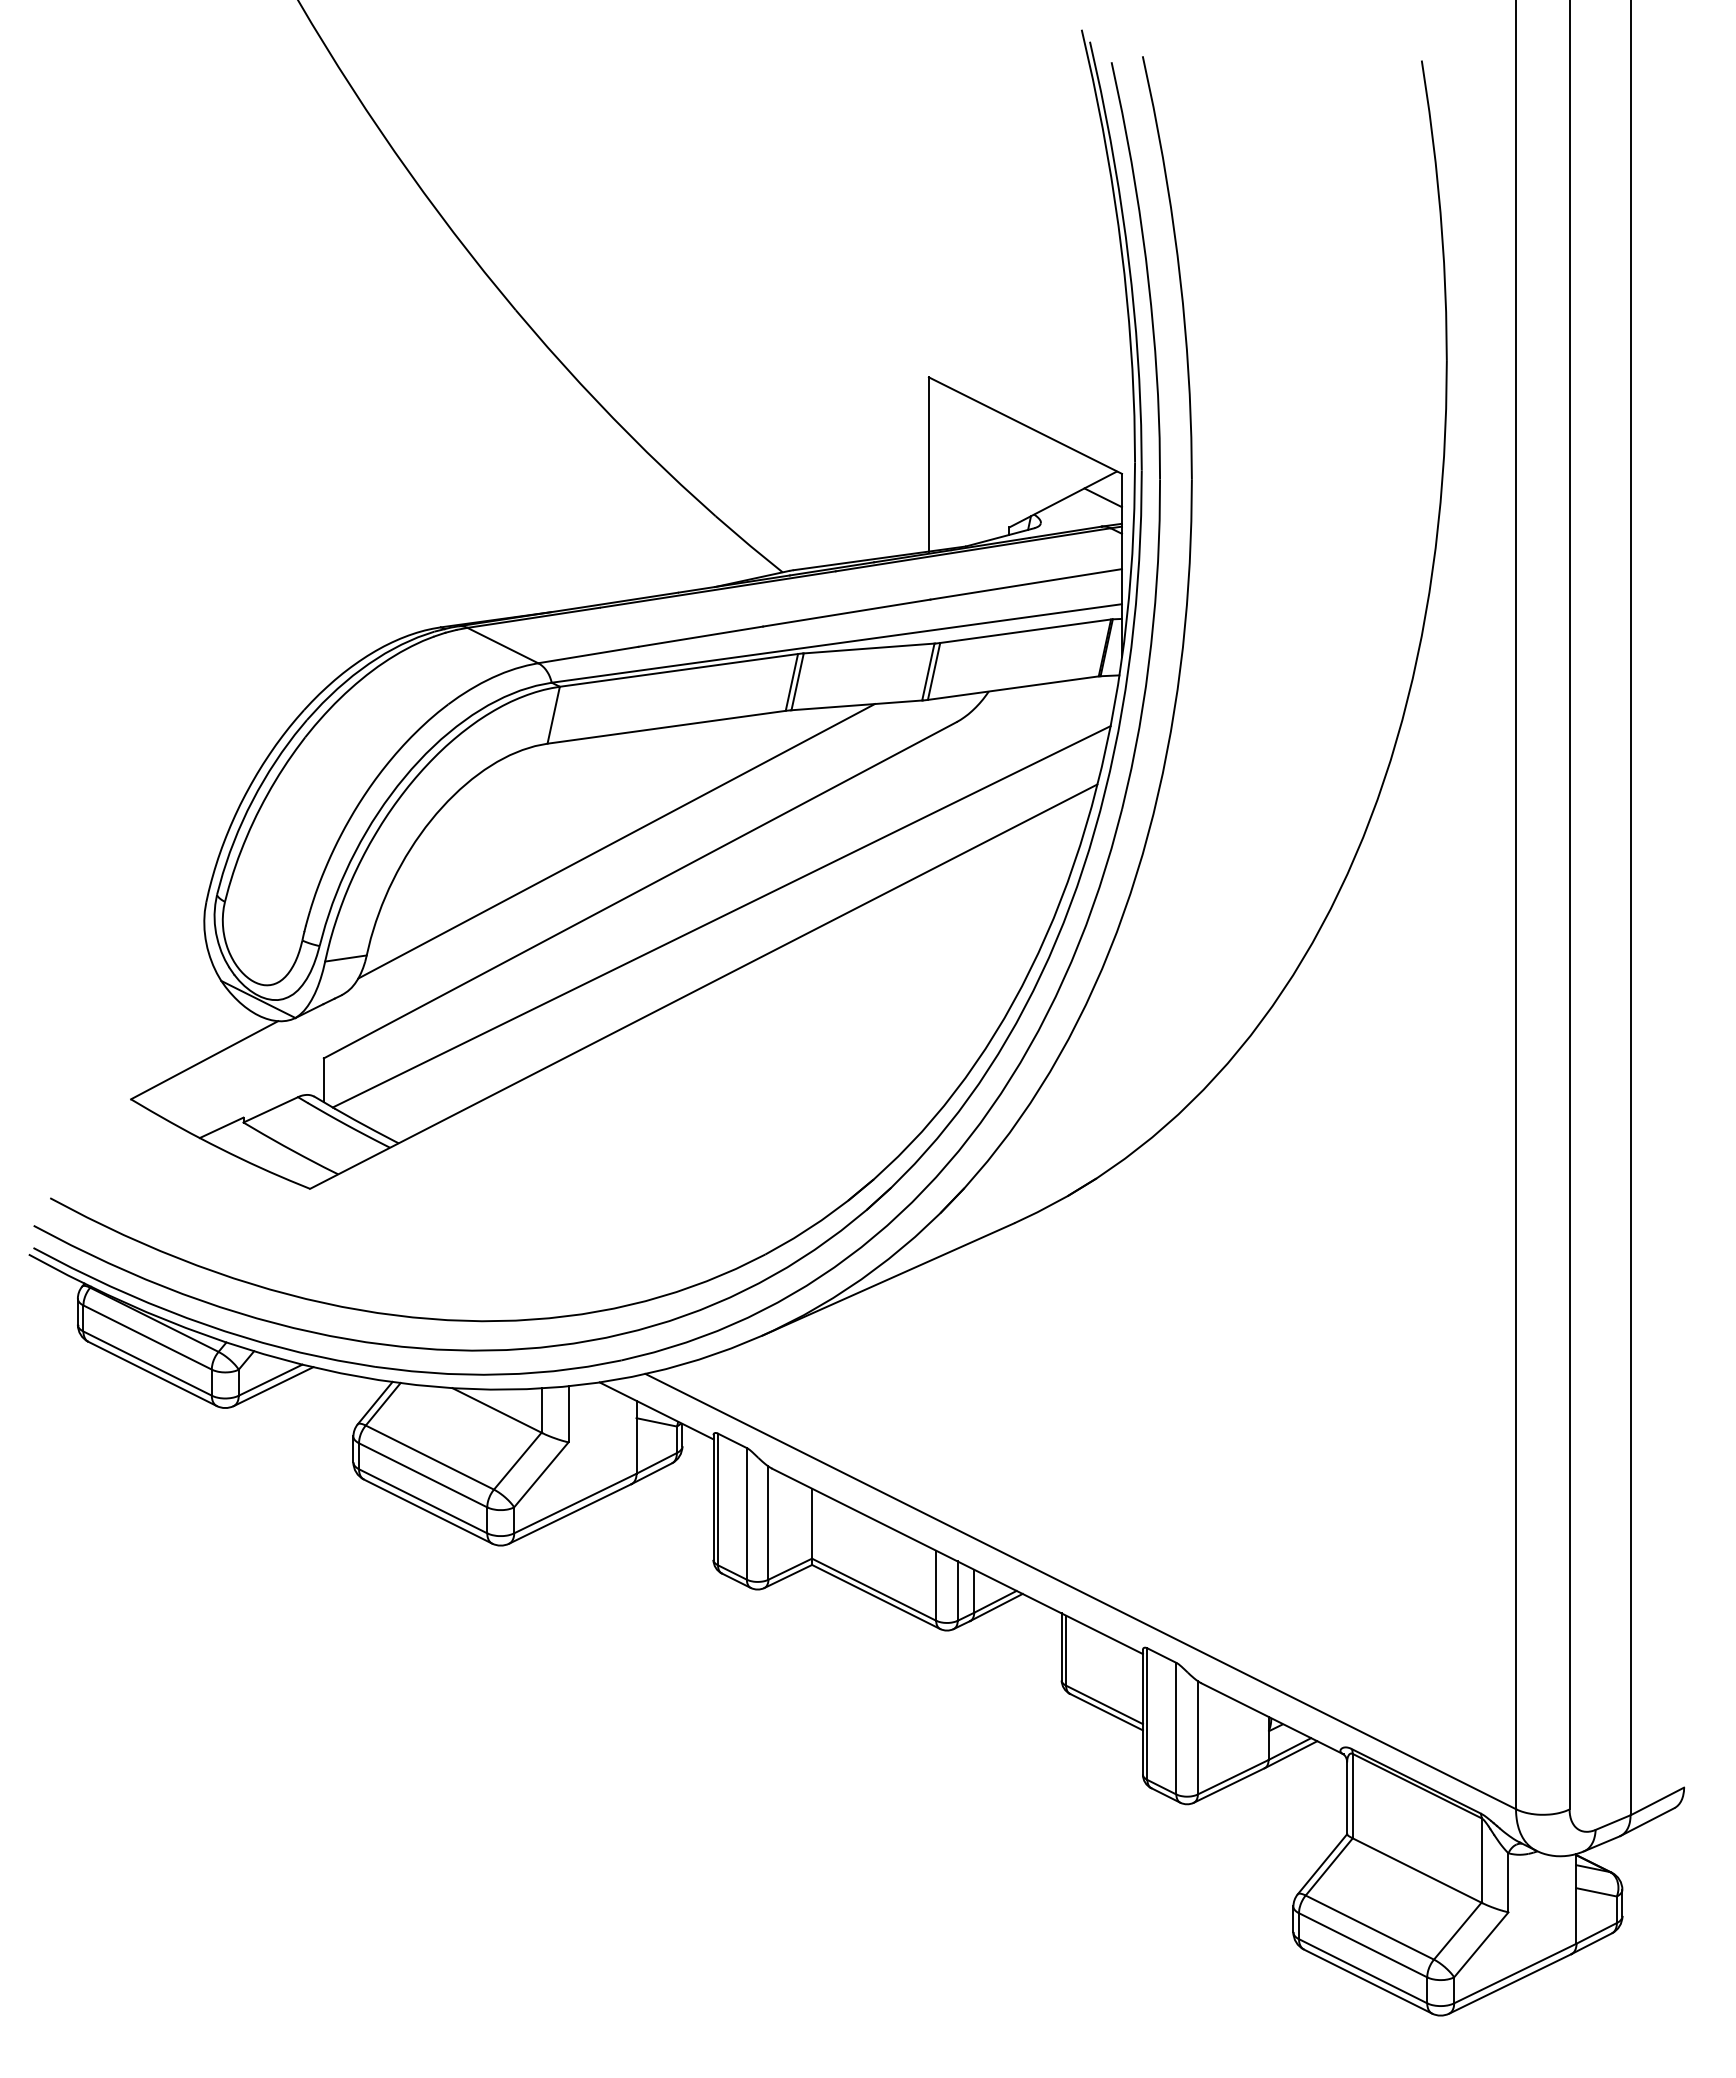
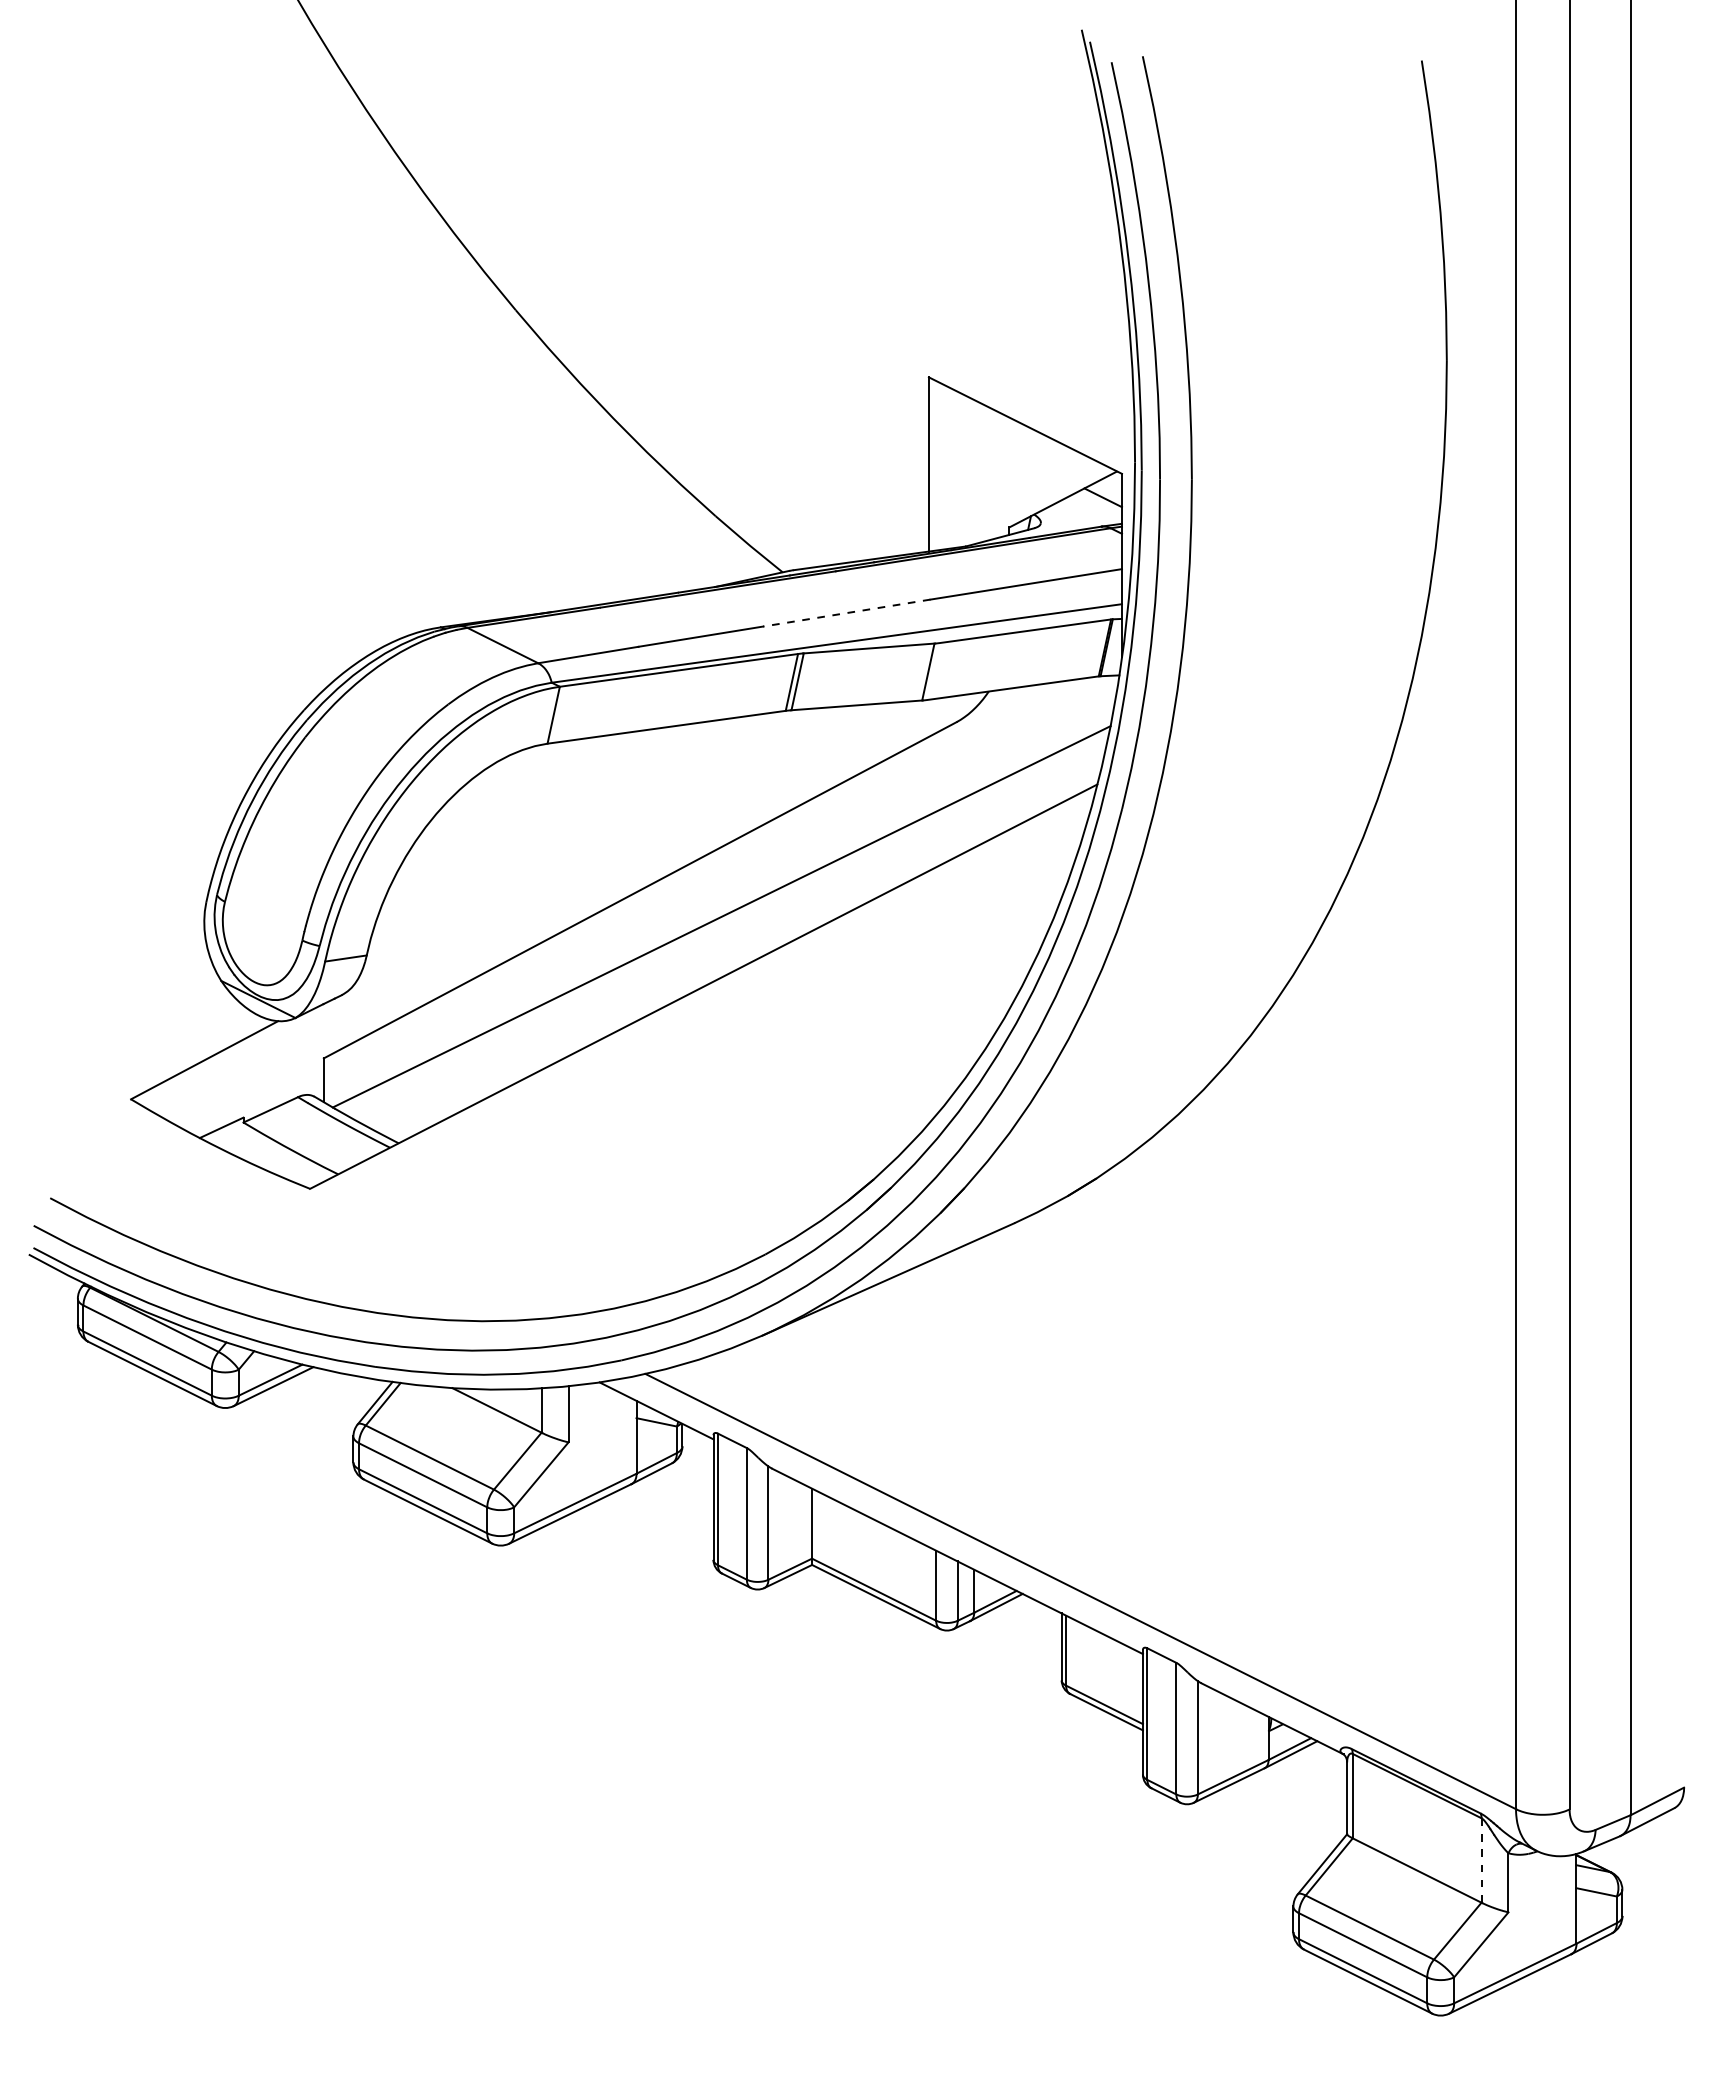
line at (846, 613): solid -> dashed
line at (933, 671): present -> none
line at (616, 841): present -> none
line at (1481, 1860): solid -> dashed
